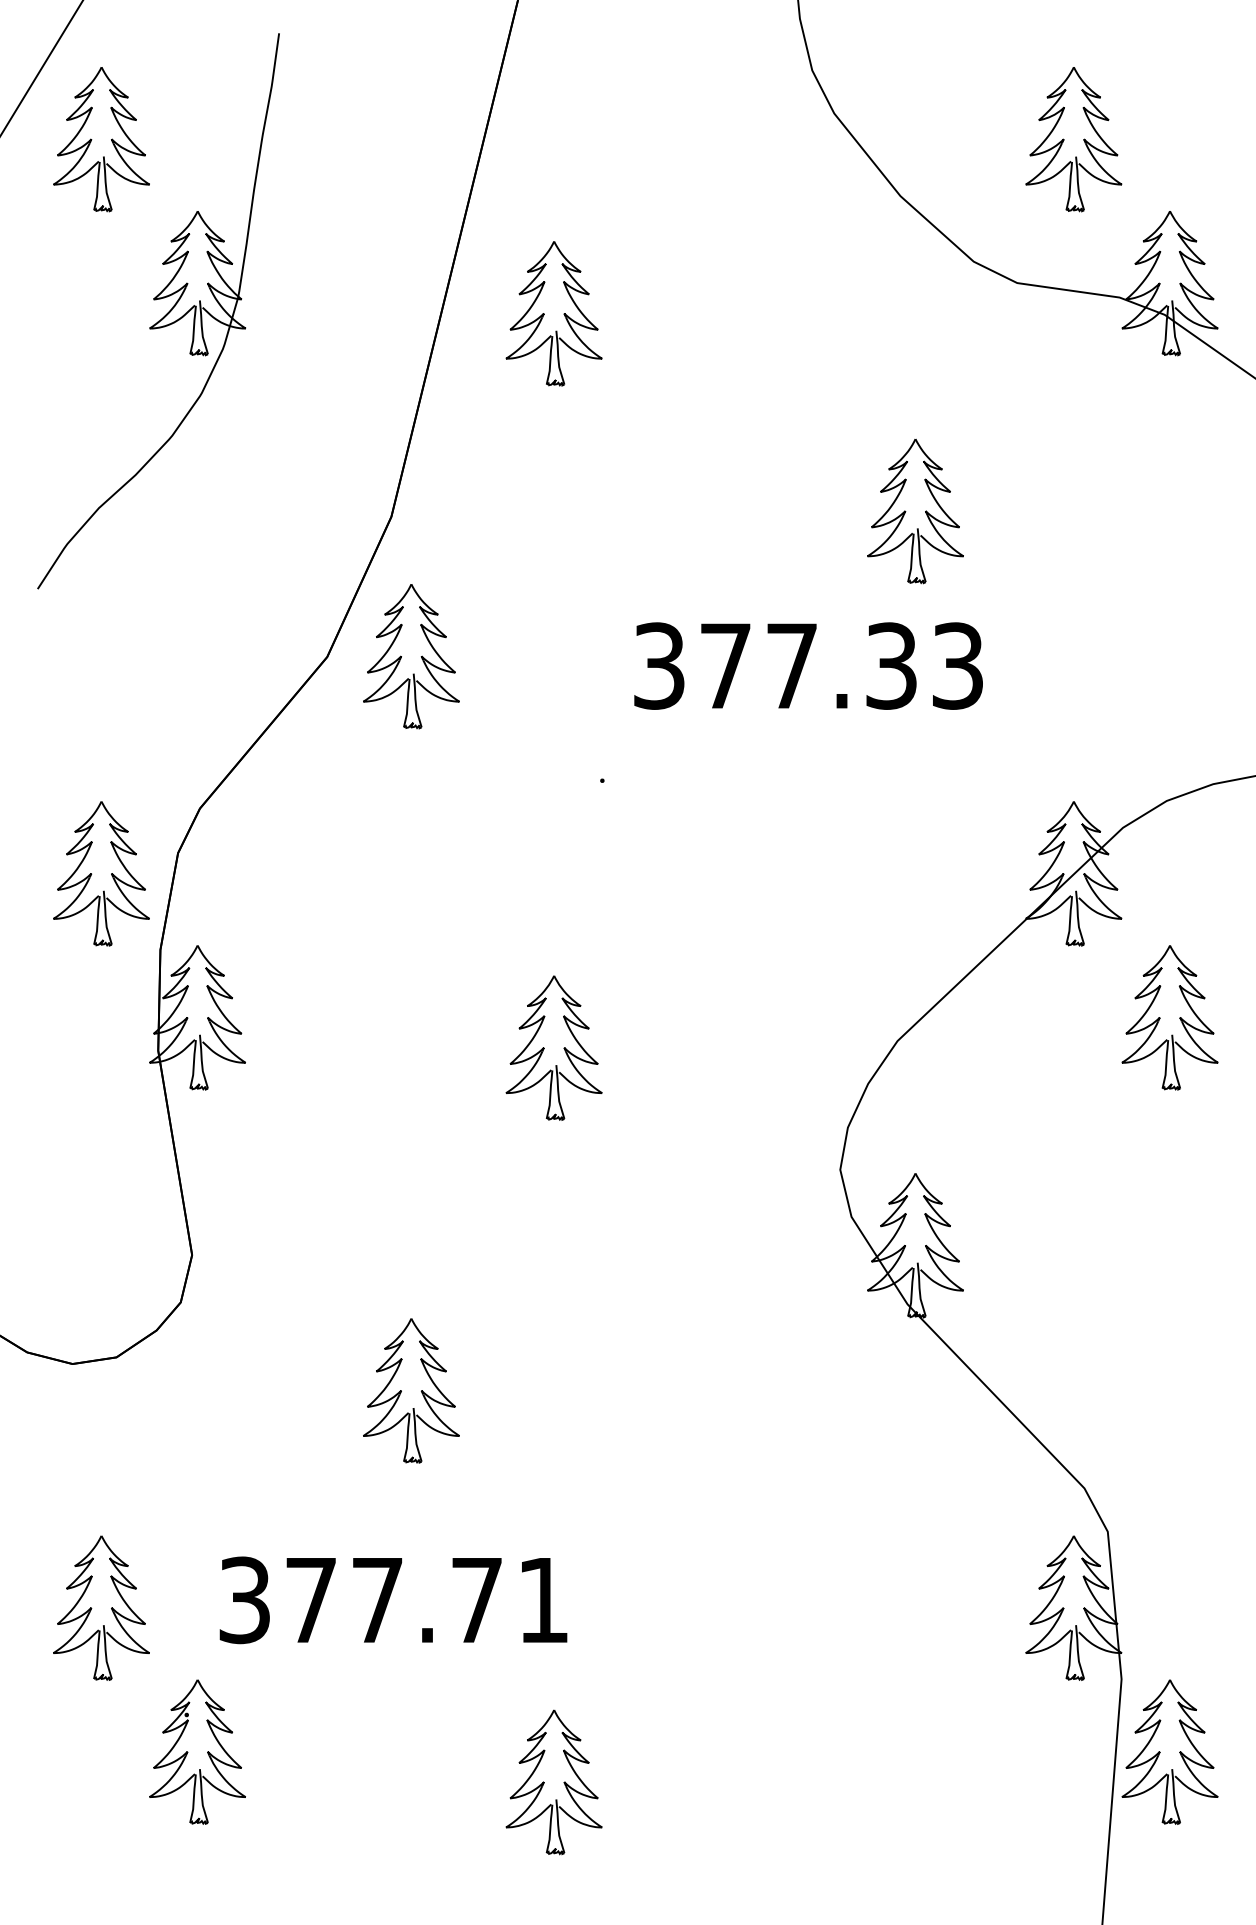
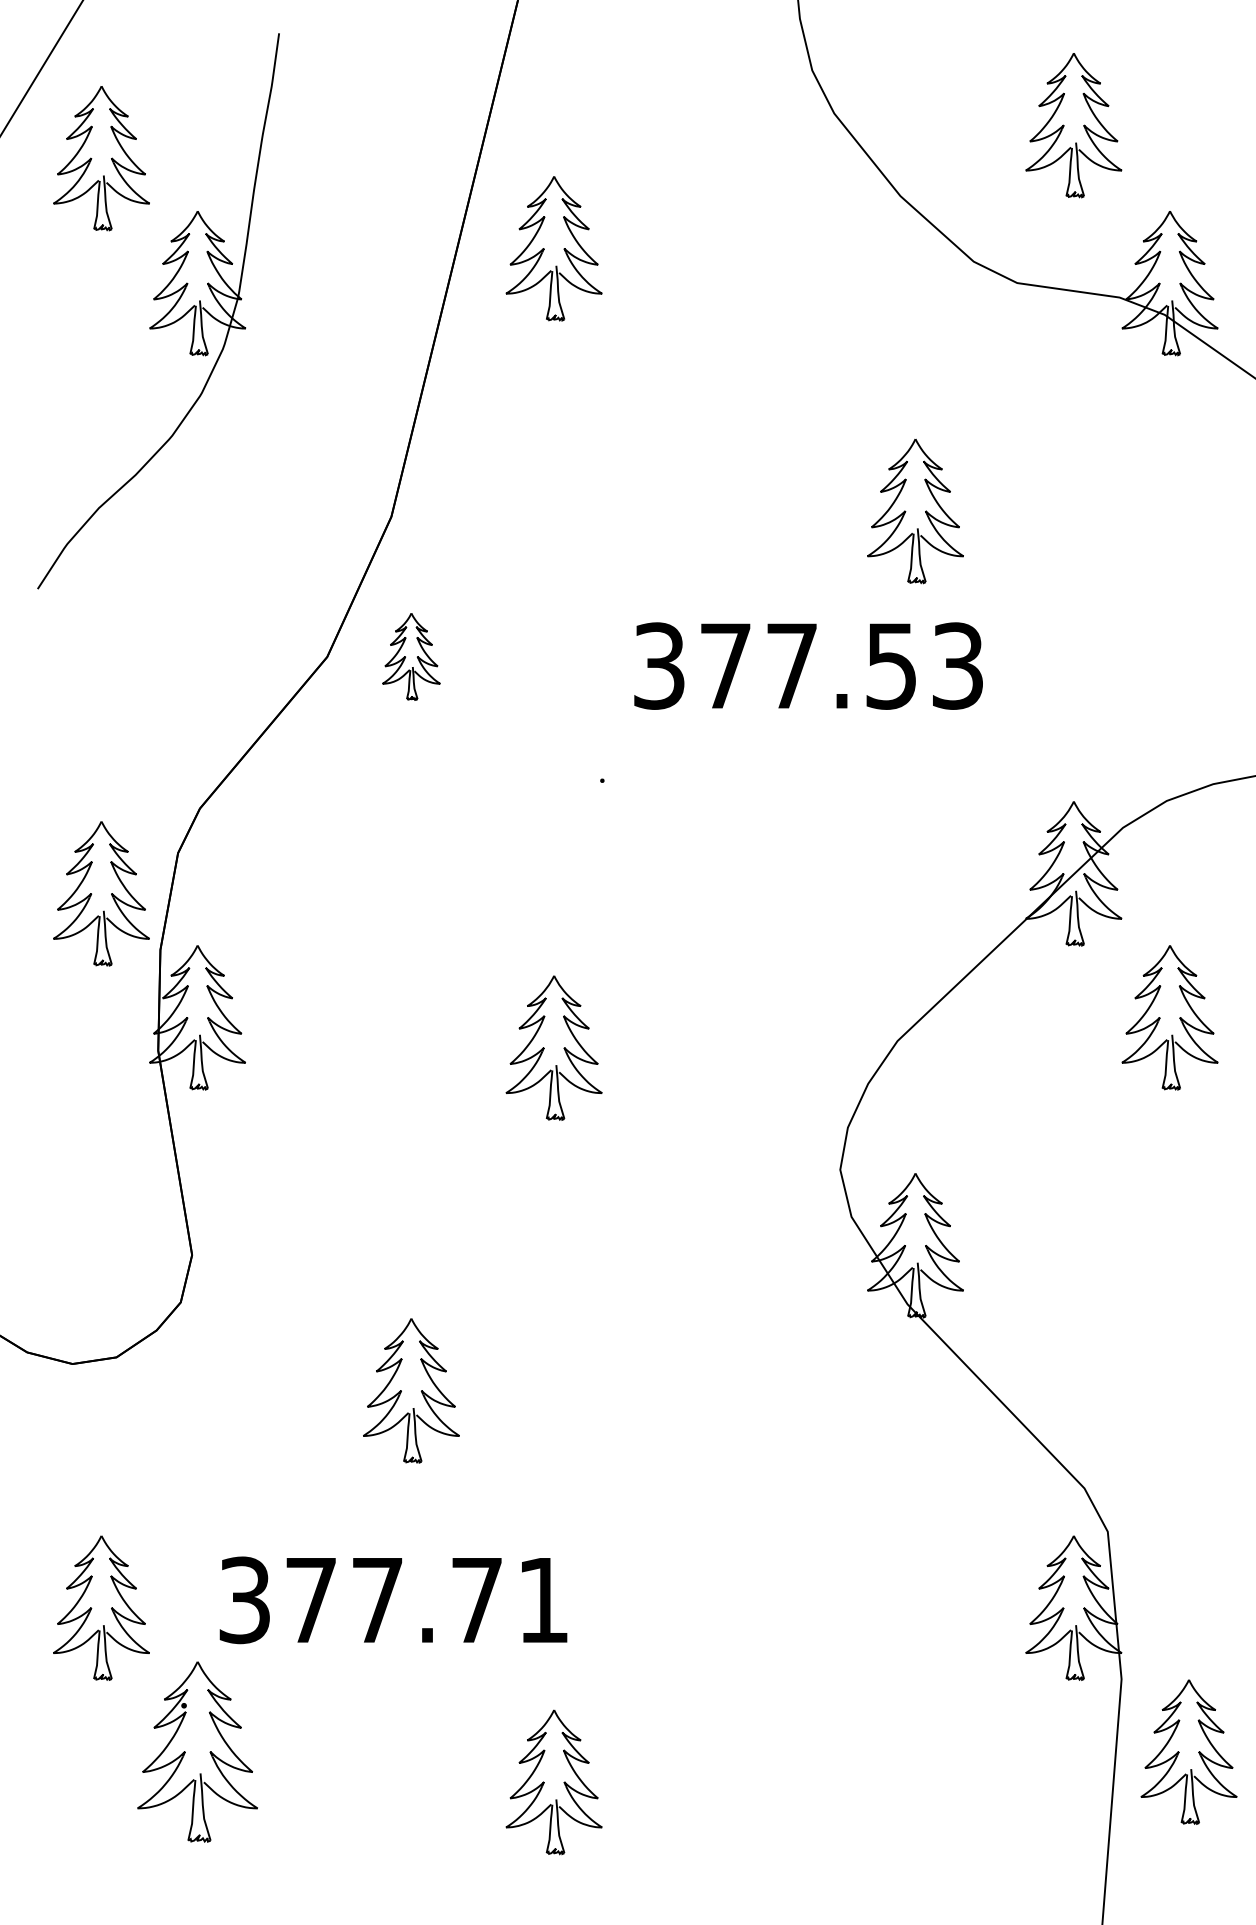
part at (101, 139) position: (101, 139) -> (101, 158)
part at (1073, 139) position: (1073, 139) -> (1073, 125)
part at (553, 313) position: (553, 313) -> (553, 248)
part at (411, 656) size: 97x146 px -> 59x88 px
text at (891, 665): 377.33 -> 377.53
part at (101, 873) position: (101, 873) -> (101, 893)
part at (197, 1751) size: 97x146 px -> 121x182 px
part at (1169, 1751) position: (1169, 1751) -> (1188, 1751)
